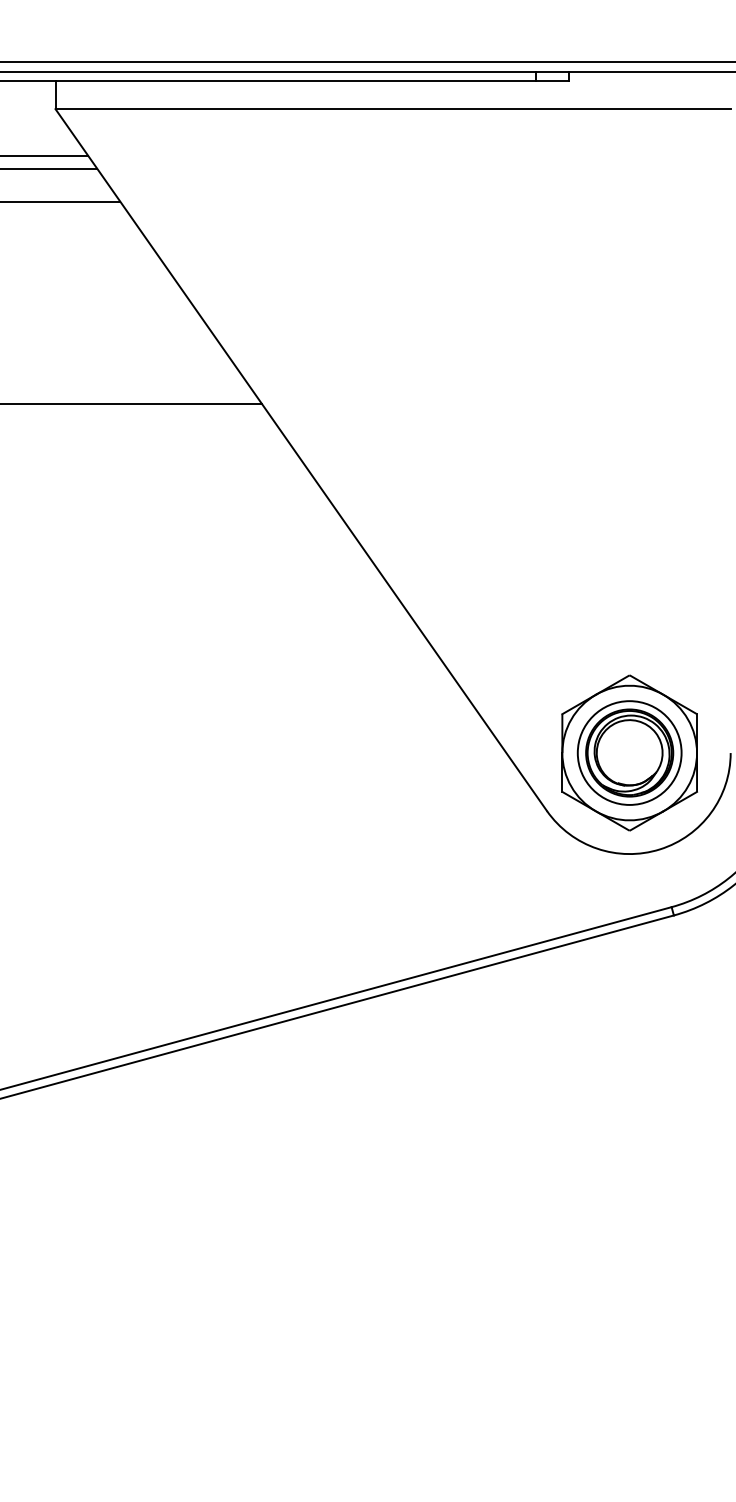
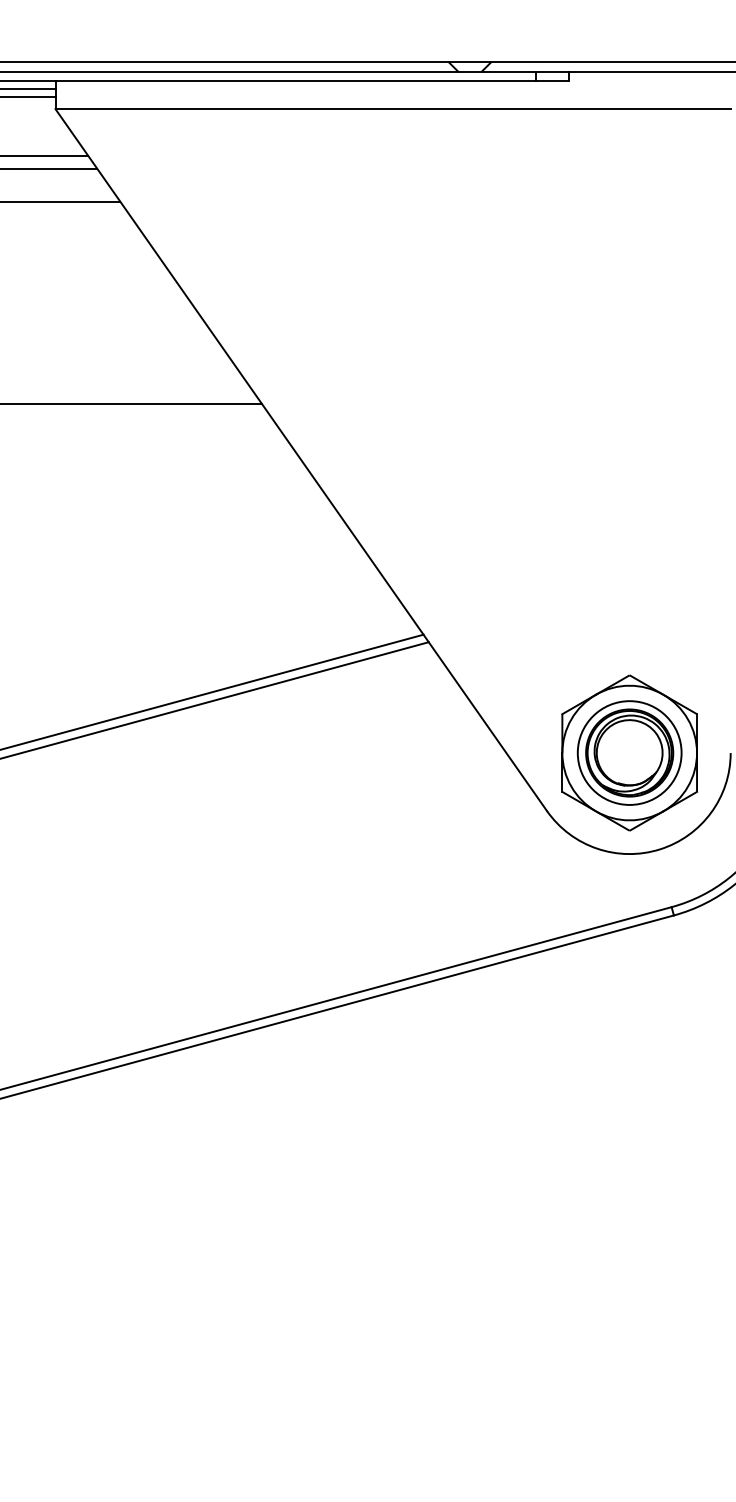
hatch at (469, 66): none -> present
line at (28, 88): none -> present
line at (28, 96): none -> present
line at (212, 691): none -> present
line at (215, 700): none -> present
